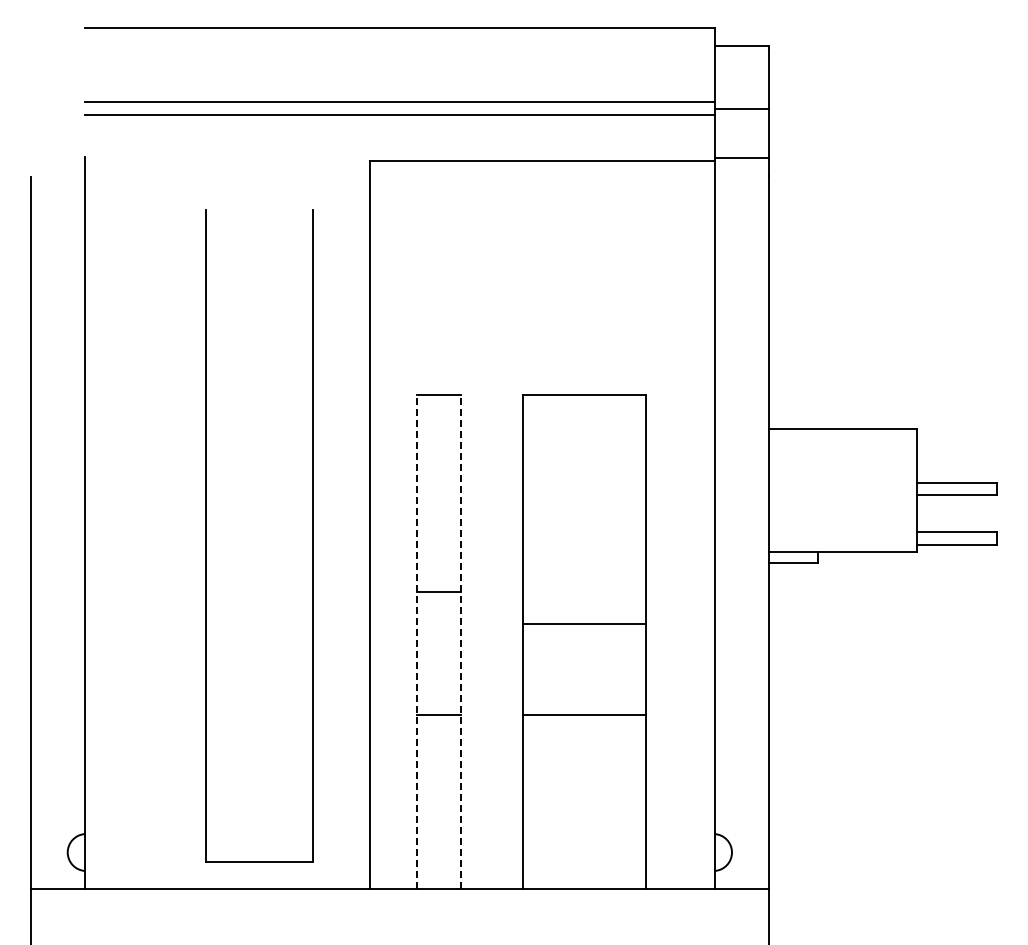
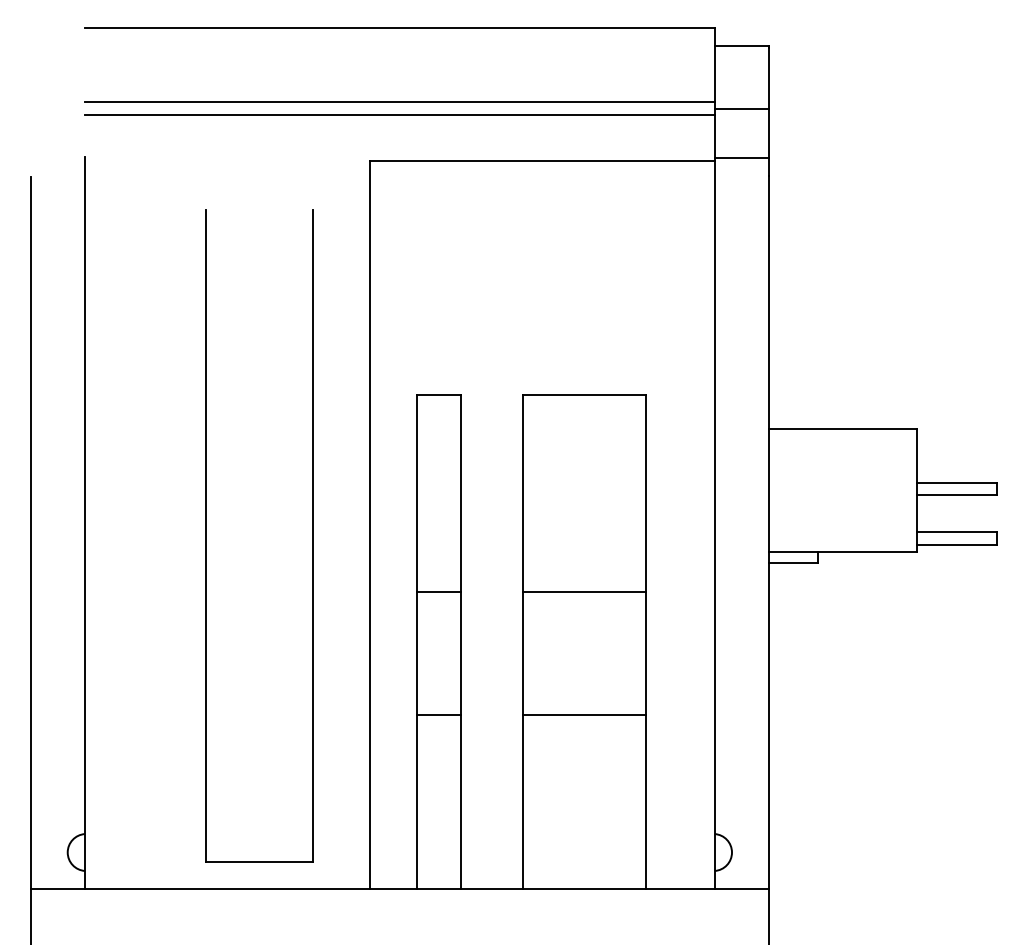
line at (583, 623) position: (583, 623) -> (583, 591)
line at (417, 641): dashed -> solid
line at (461, 641): dashed -> solid
